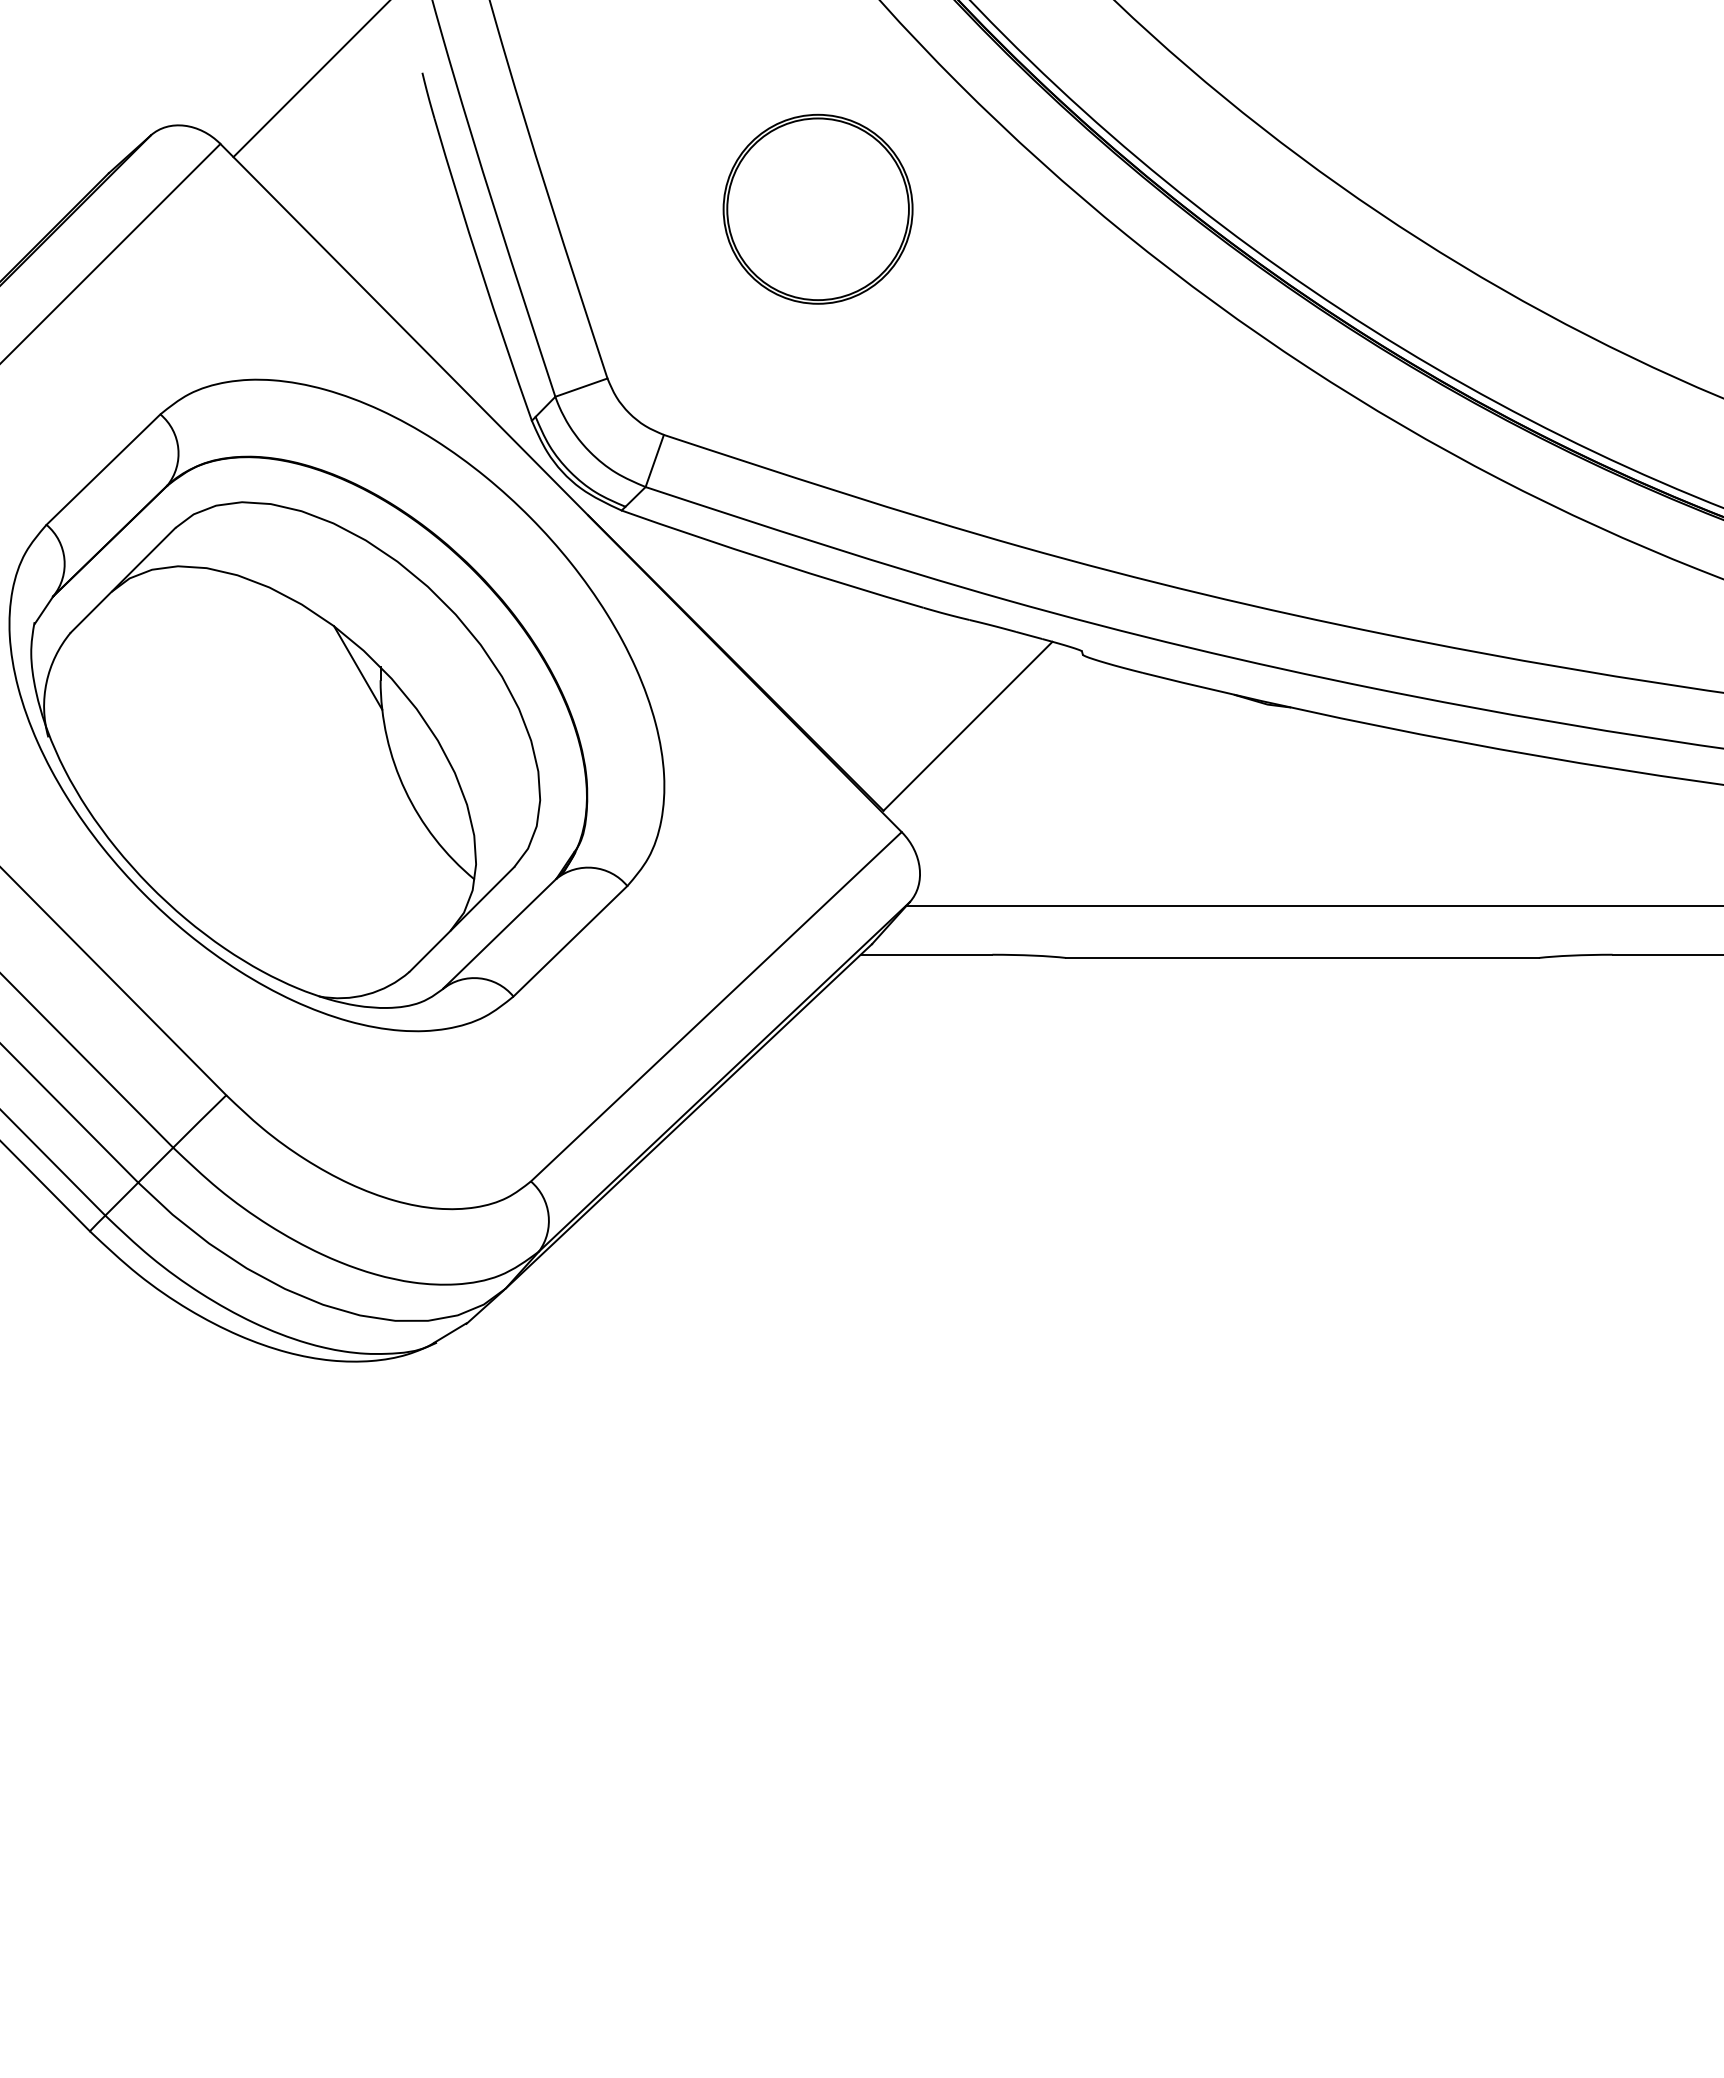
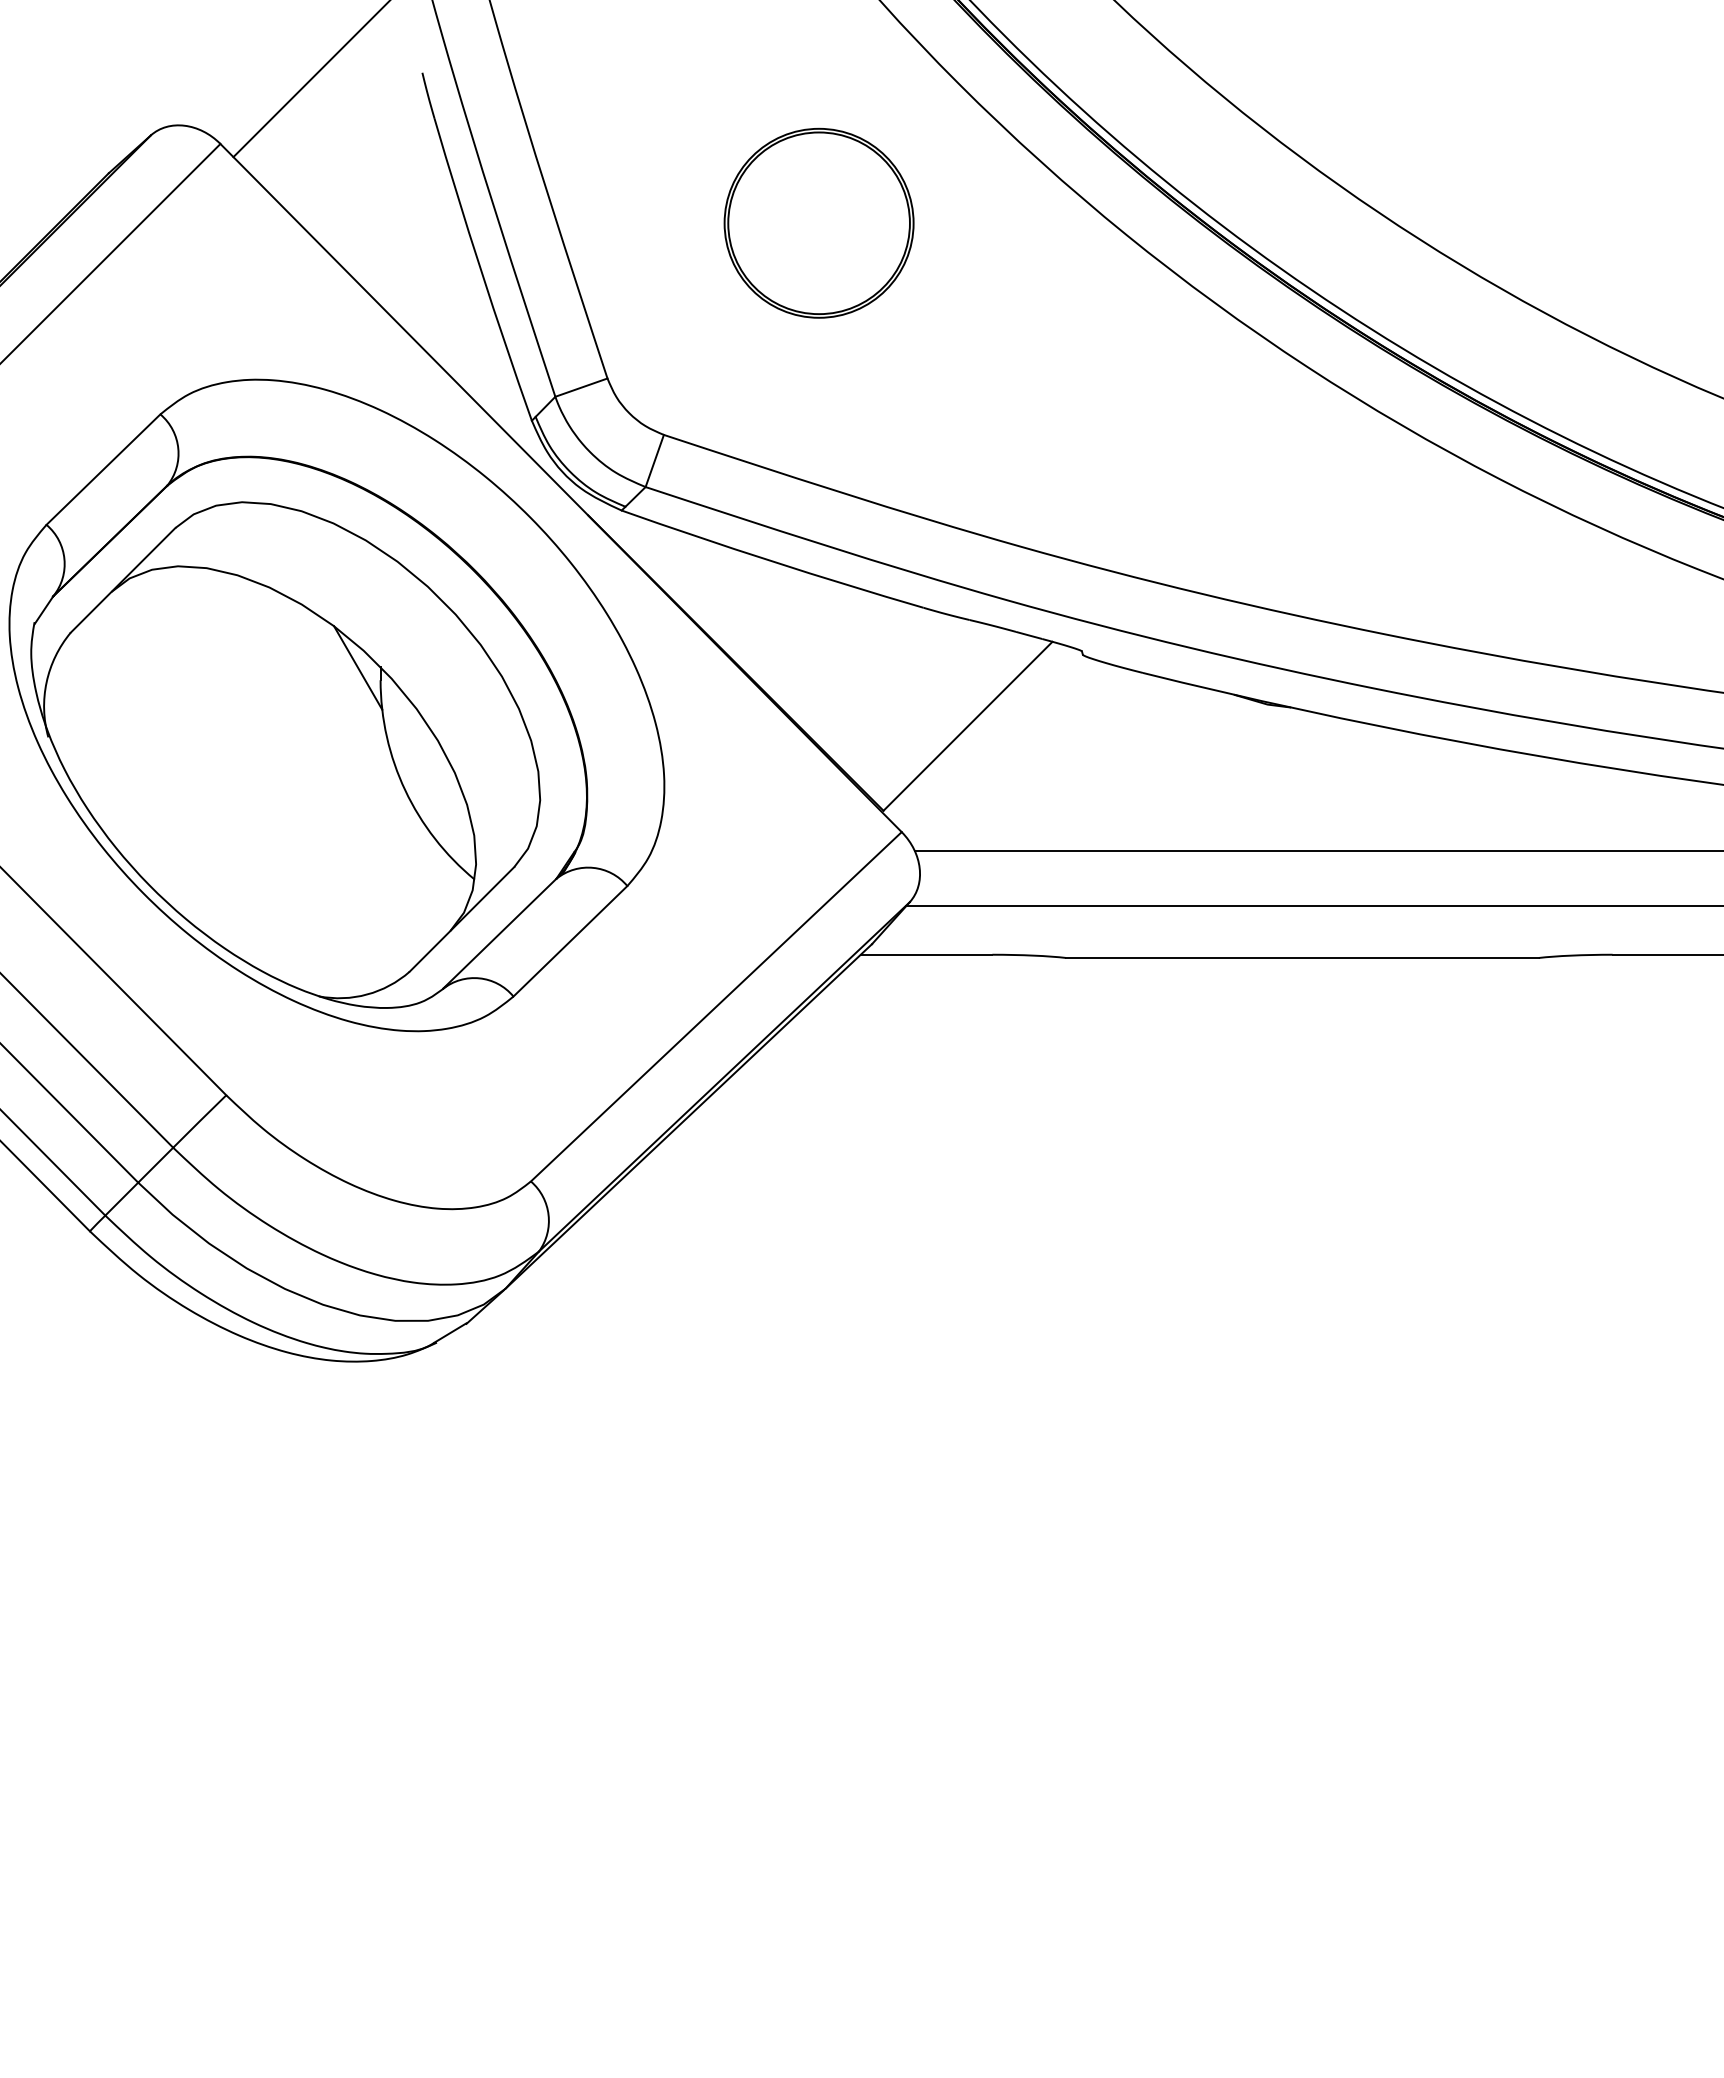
part at (817, 208) position: (817, 208) -> (818, 222)
line at (1317, 850): none -> present
